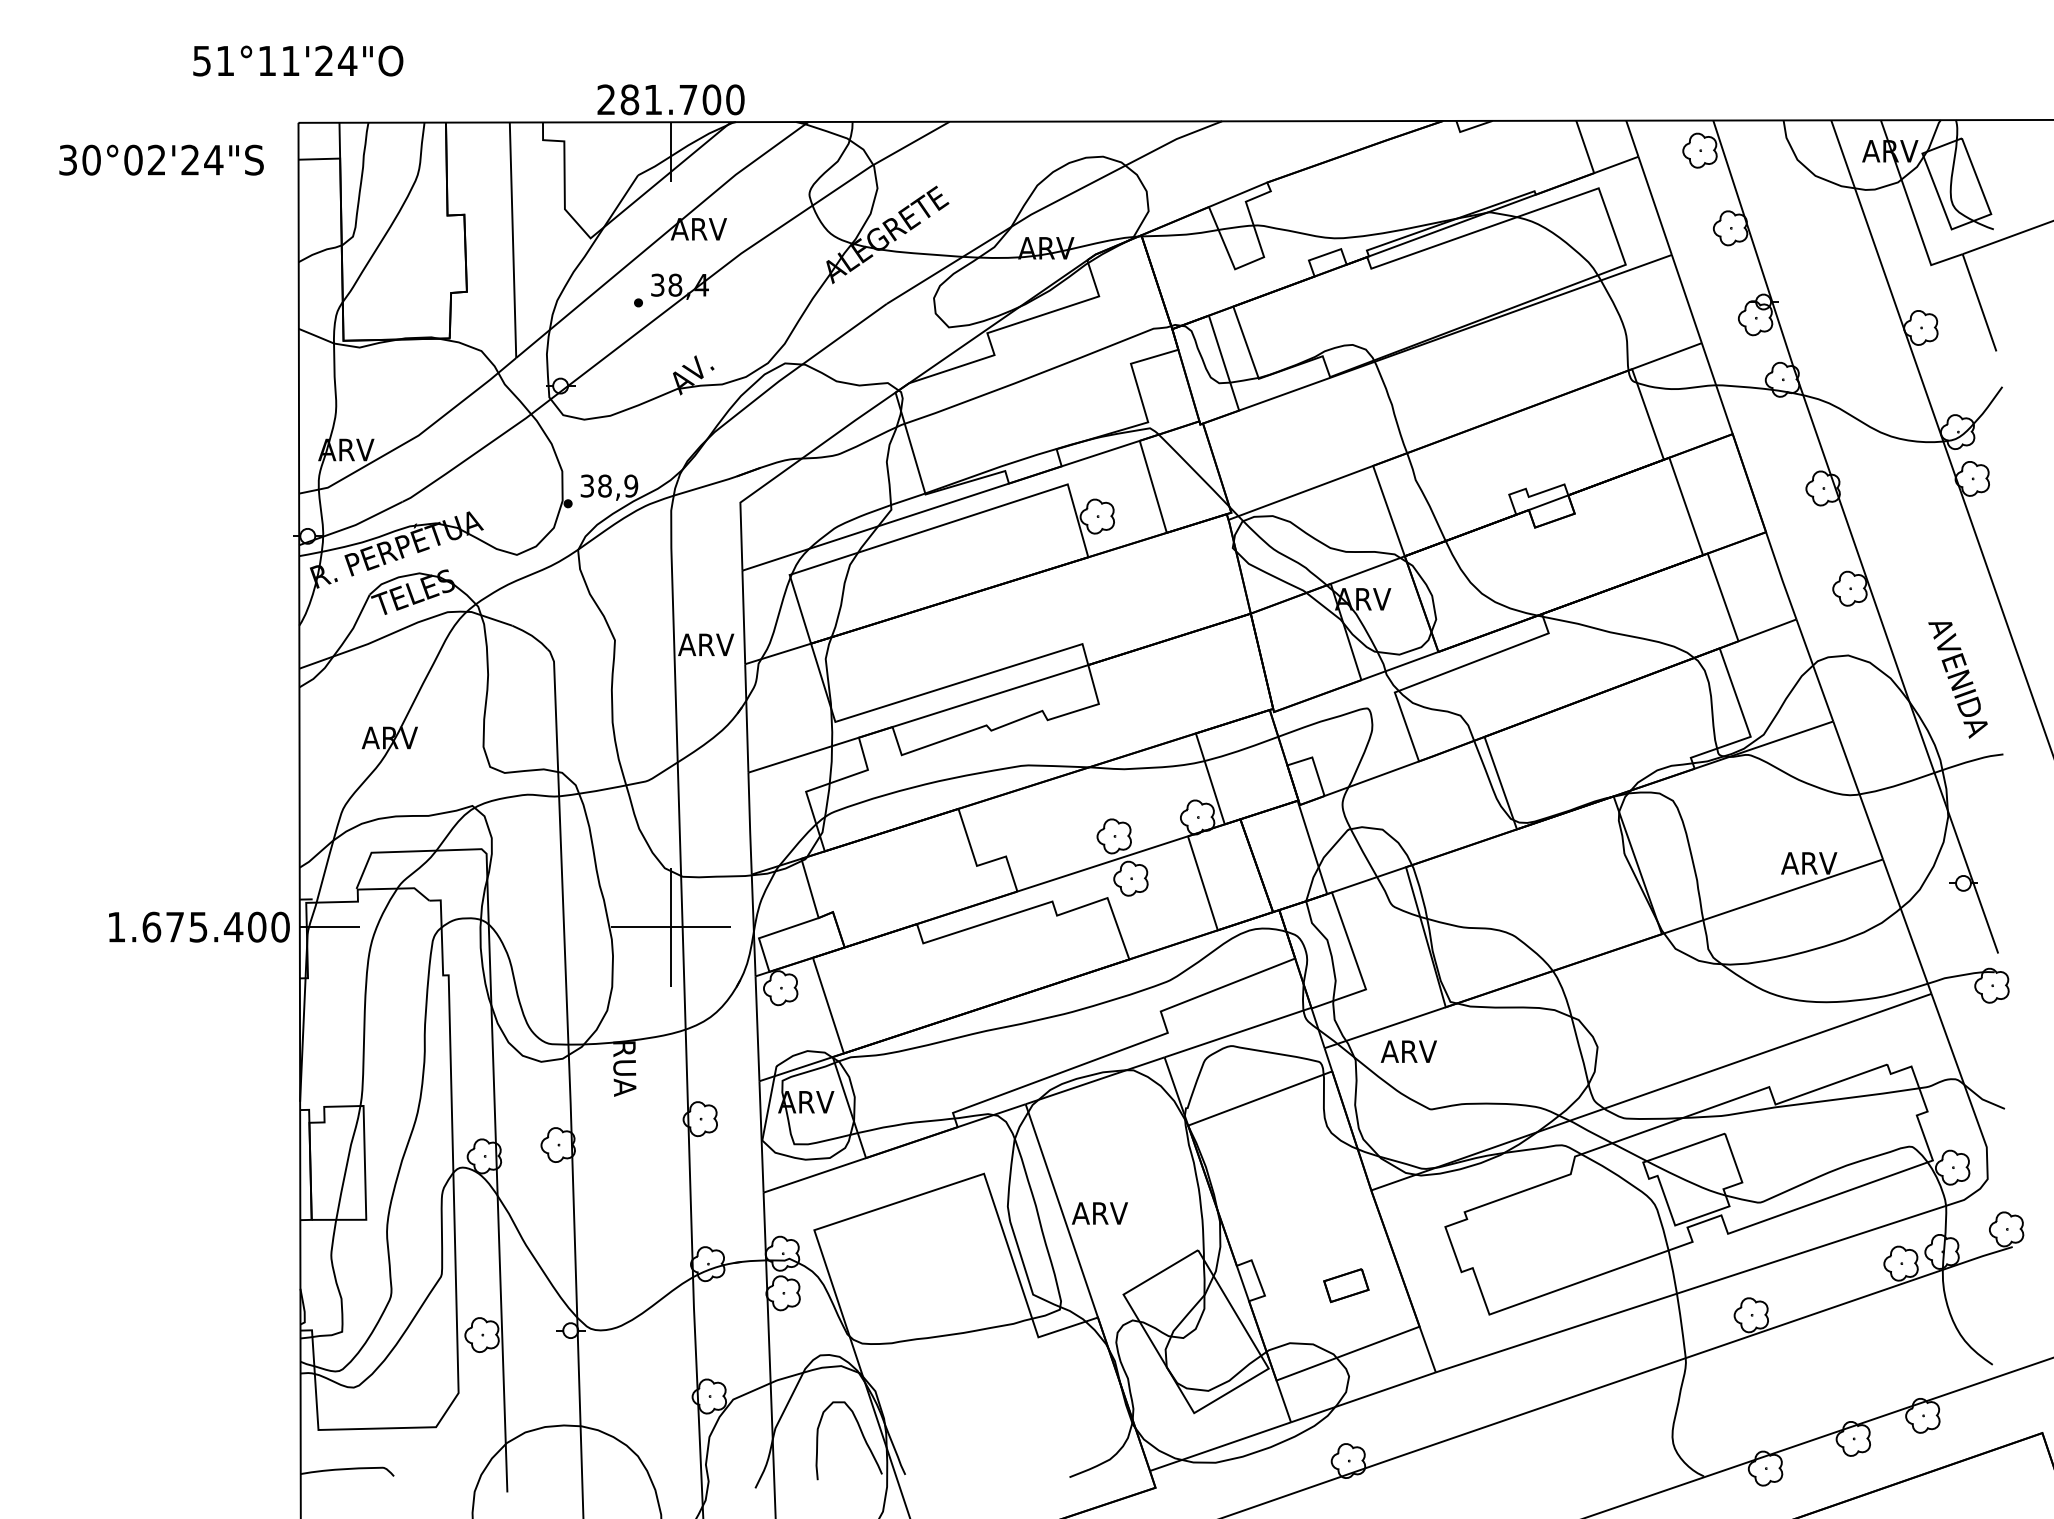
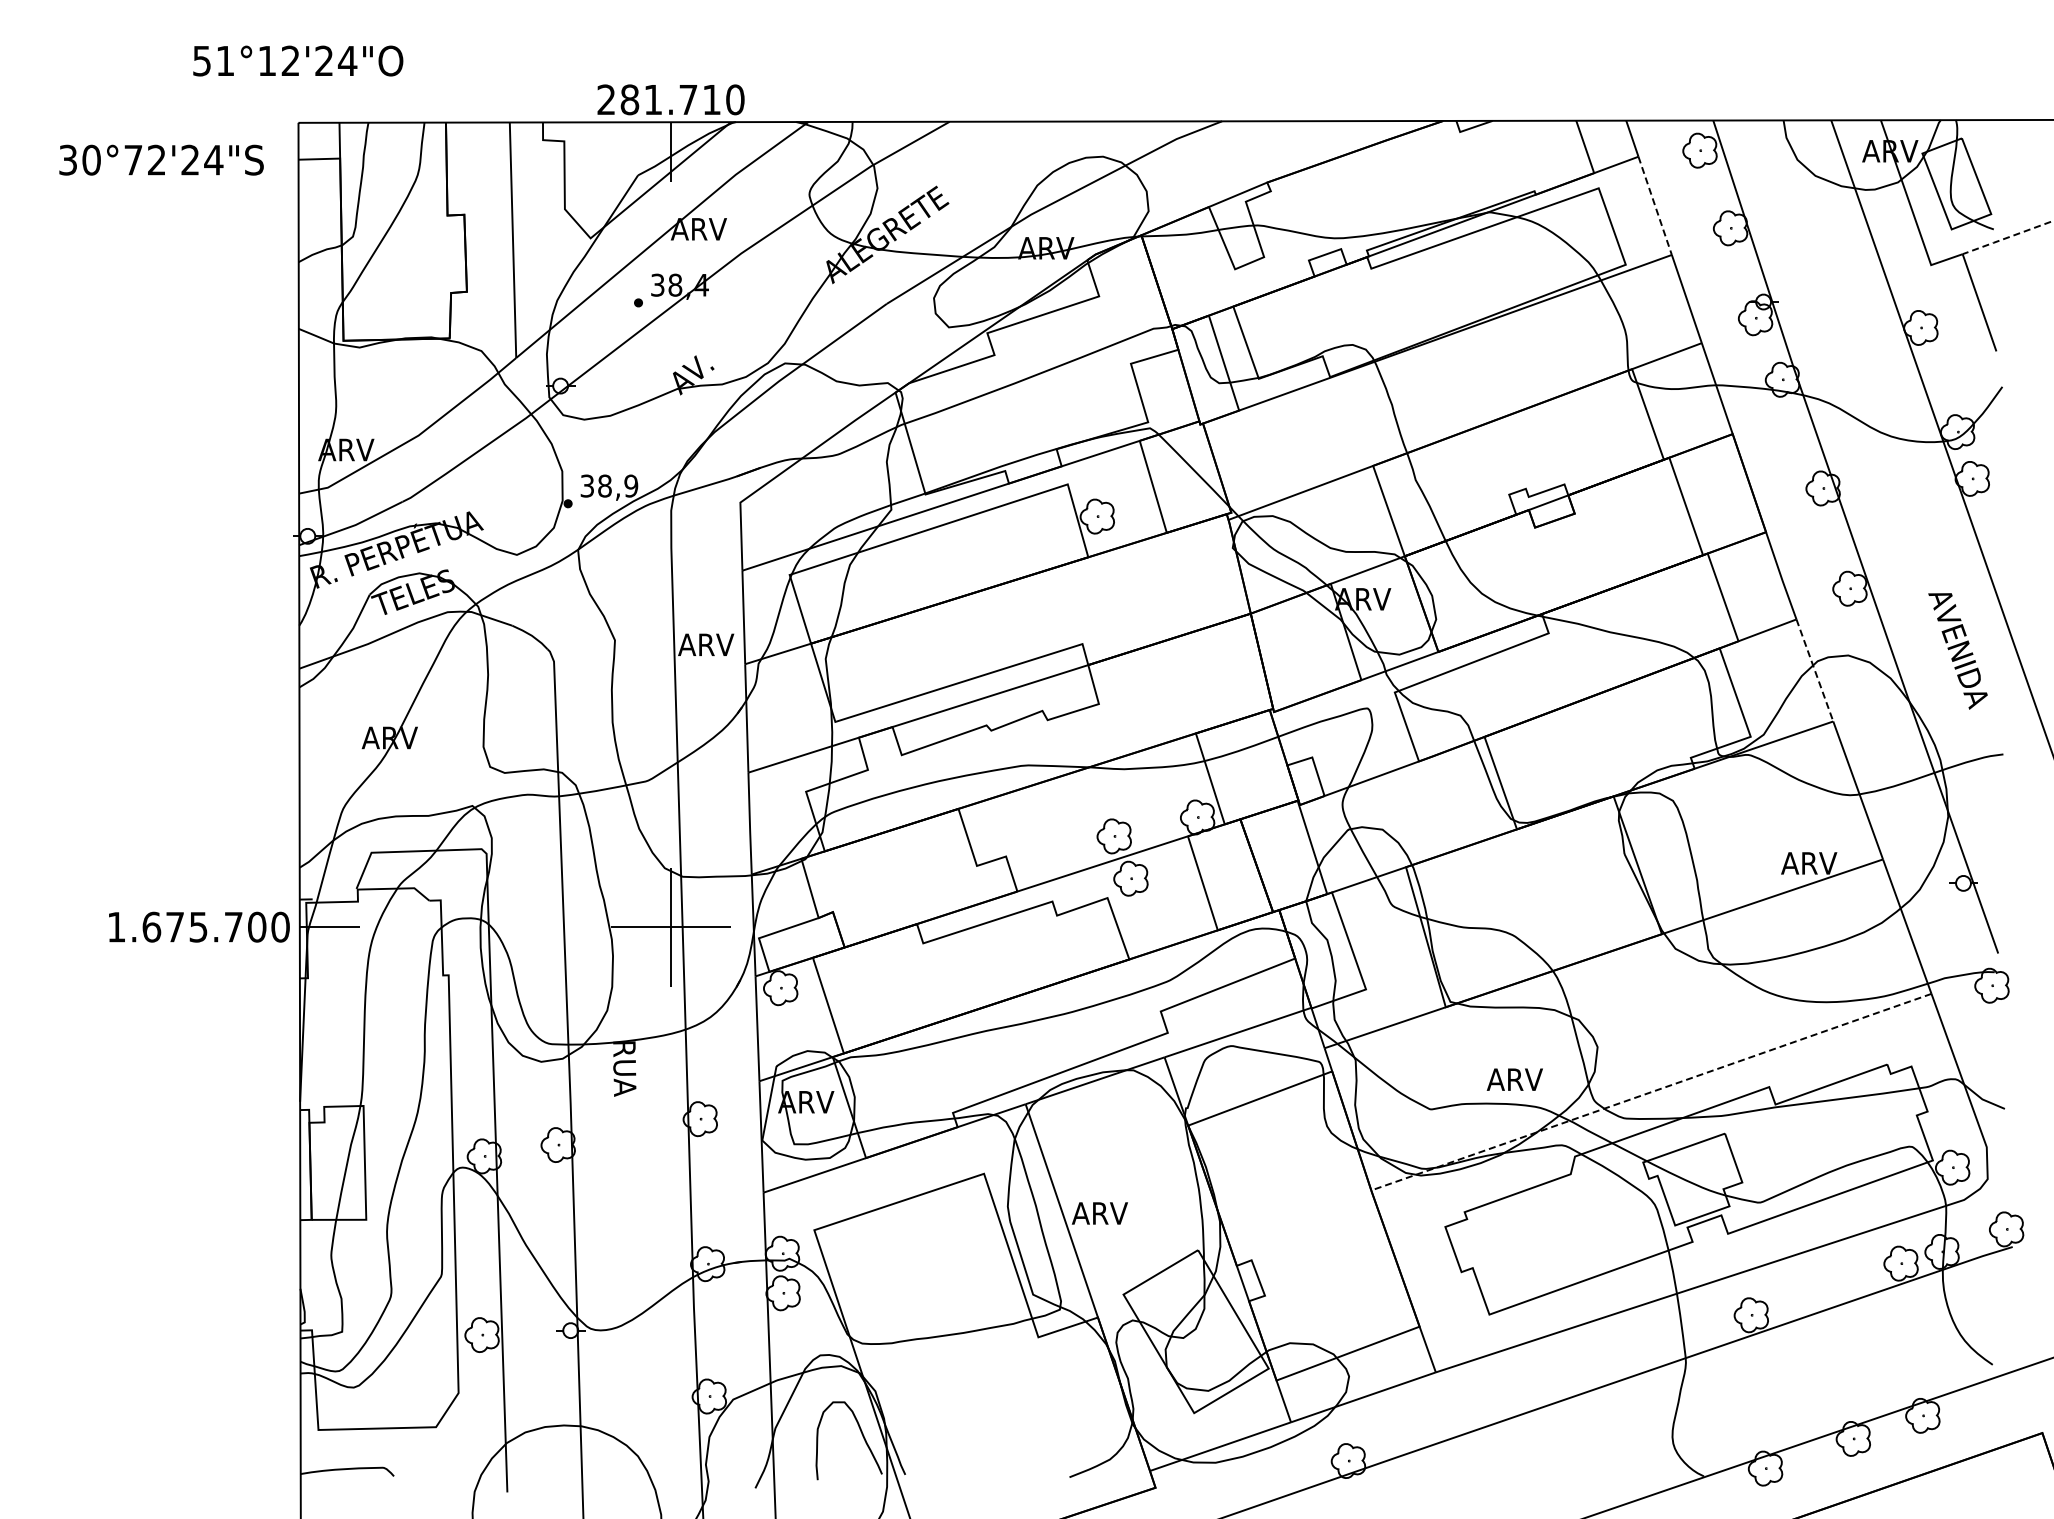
text at (290, 60): 51°11'24"O -> 51°12'24"O
text at (711, 99): 281.700 -> 281.710
text at (133, 159): 30°02'24"S -> 30°72'24"S
line at (1655, 205): solid -> dashed
line at (2007, 237): solid -> dashed
line at (1815, 670): solid -> dashed
text at (1957, 680) position: (1957, 680) -> (1957, 651)
text at (233, 927): 1.675.400 -> 1.675.700
text at (1408, 1051) position: (1408, 1051) -> (1514, 1079)
line at (1651, 1092): solid -> dashed
part at (1346, 1285): present -> none
